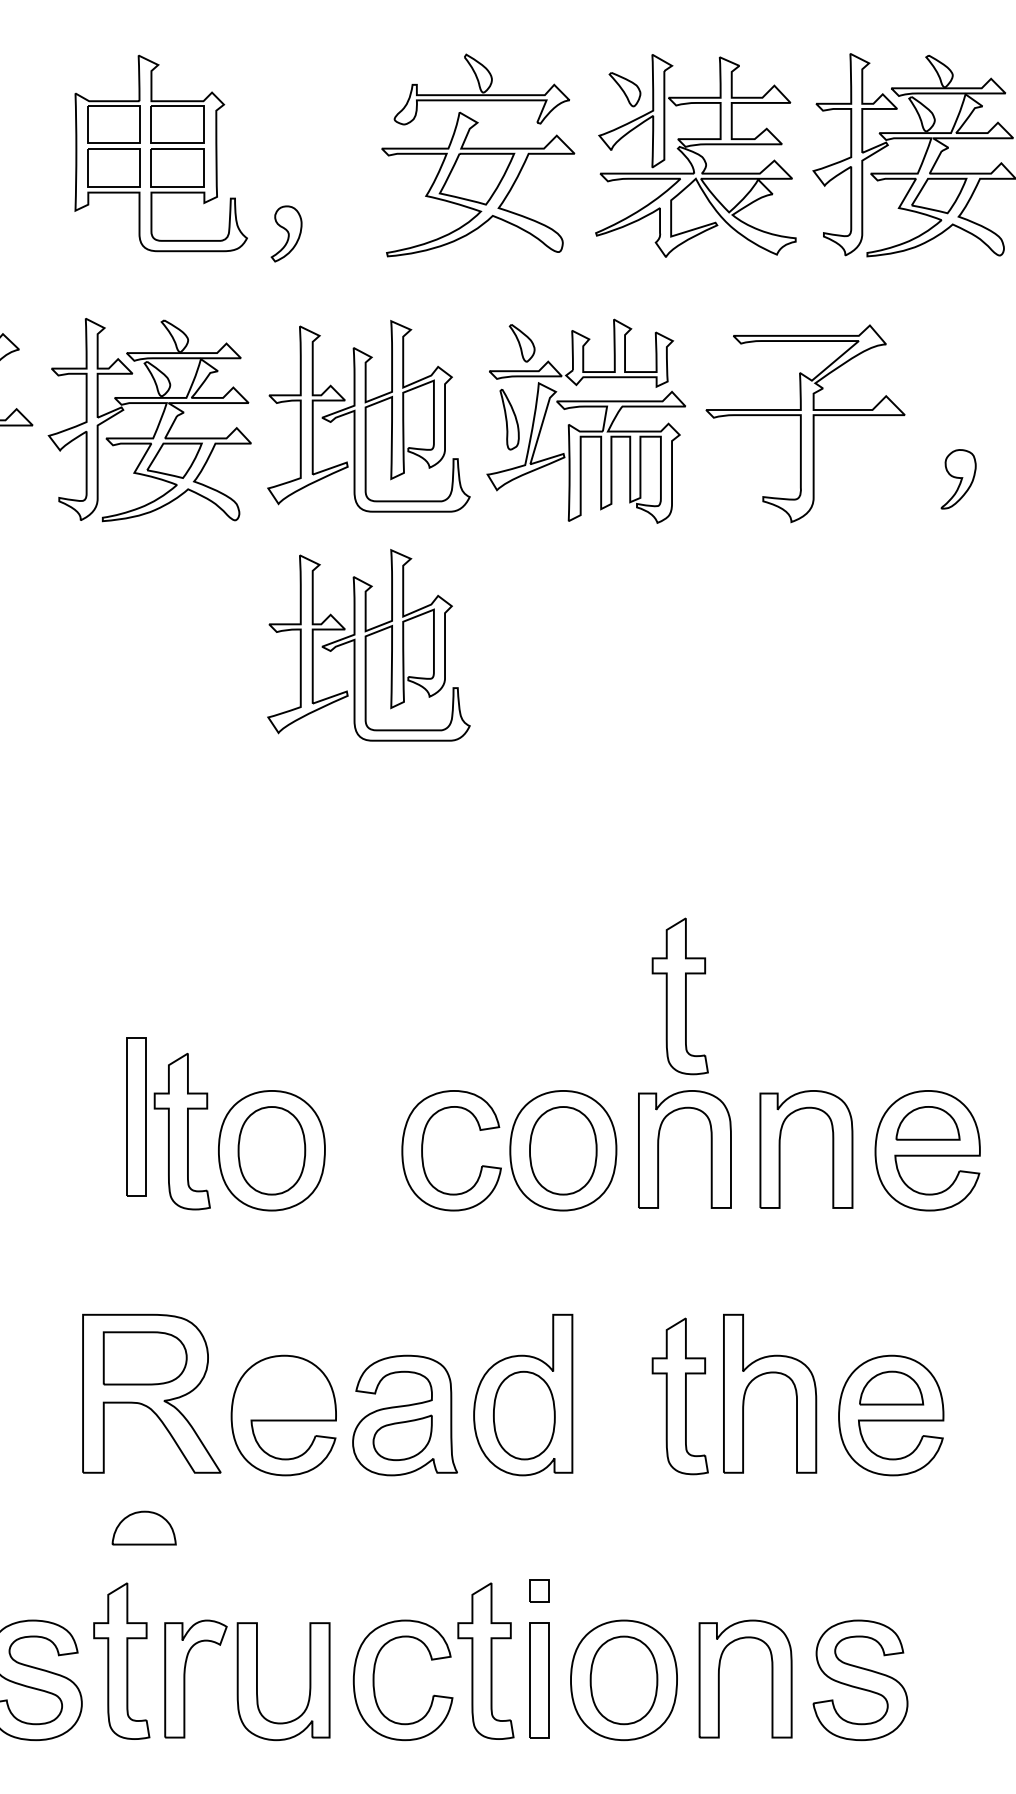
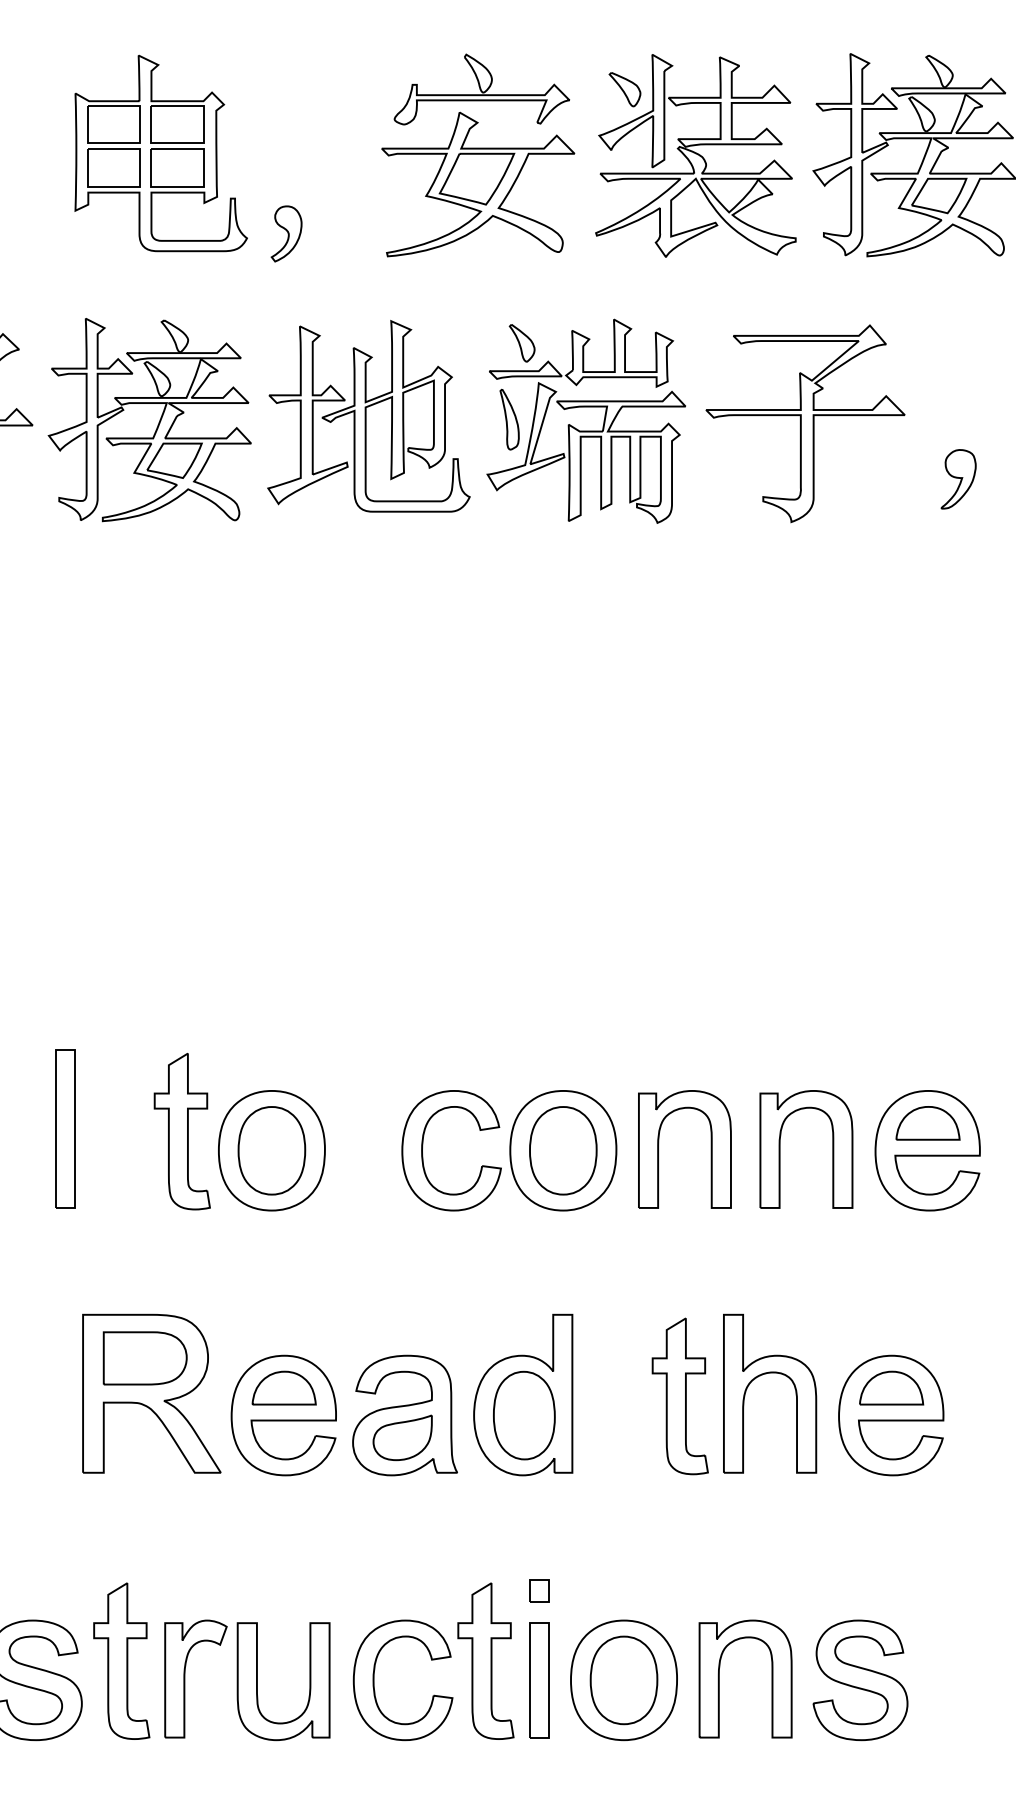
part at (368, 645): present -> none
part at (679, 996): present -> none
part at (136, 1116) position: (136, 1116) -> (65, 1128)
part at (143, 1527) position: (143, 1527) -> (283, 1387)
